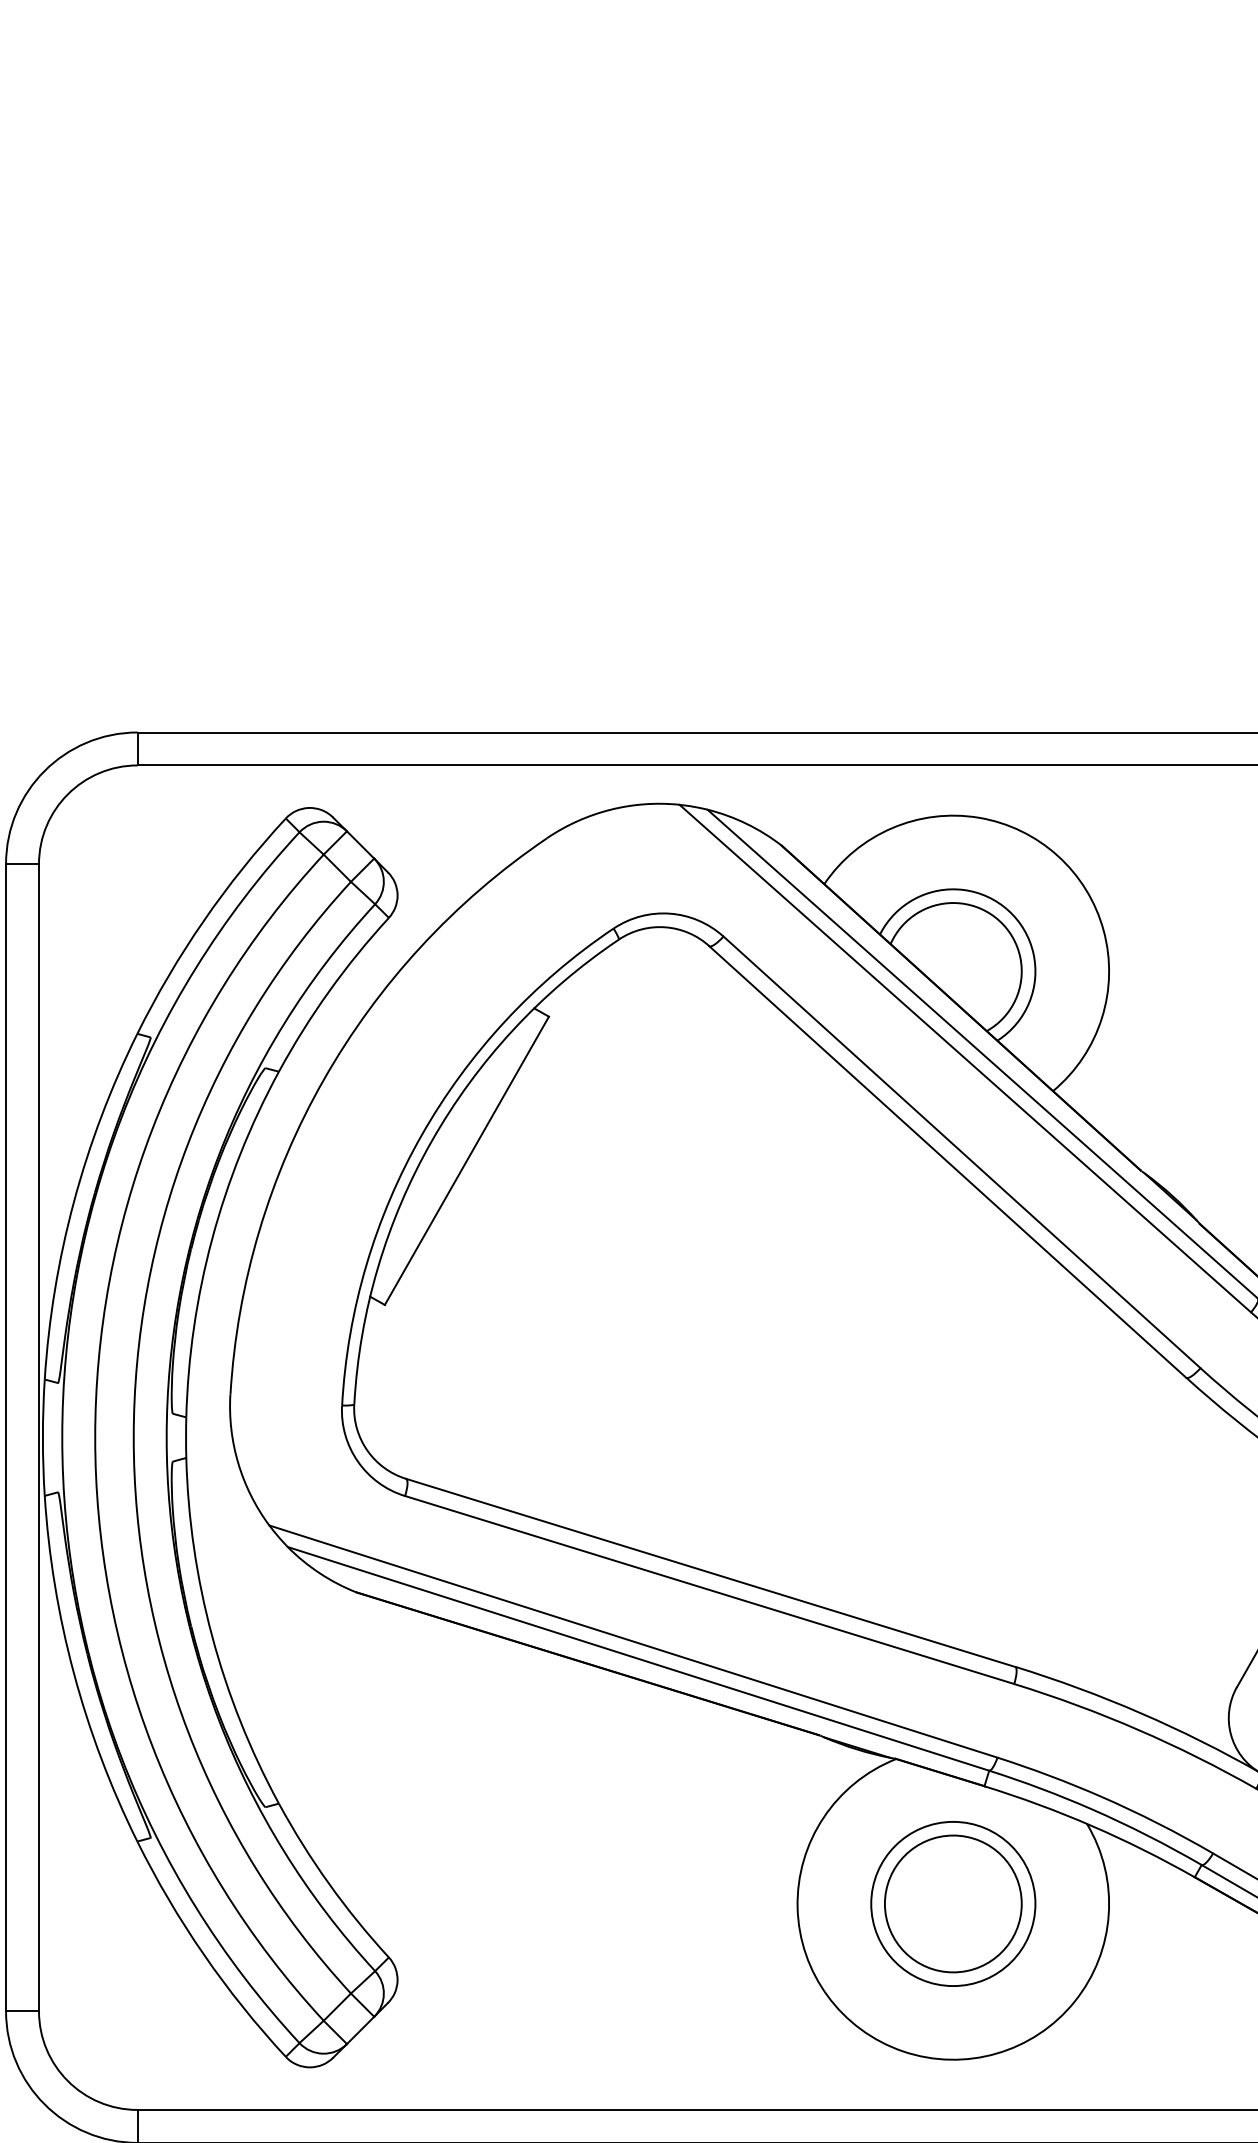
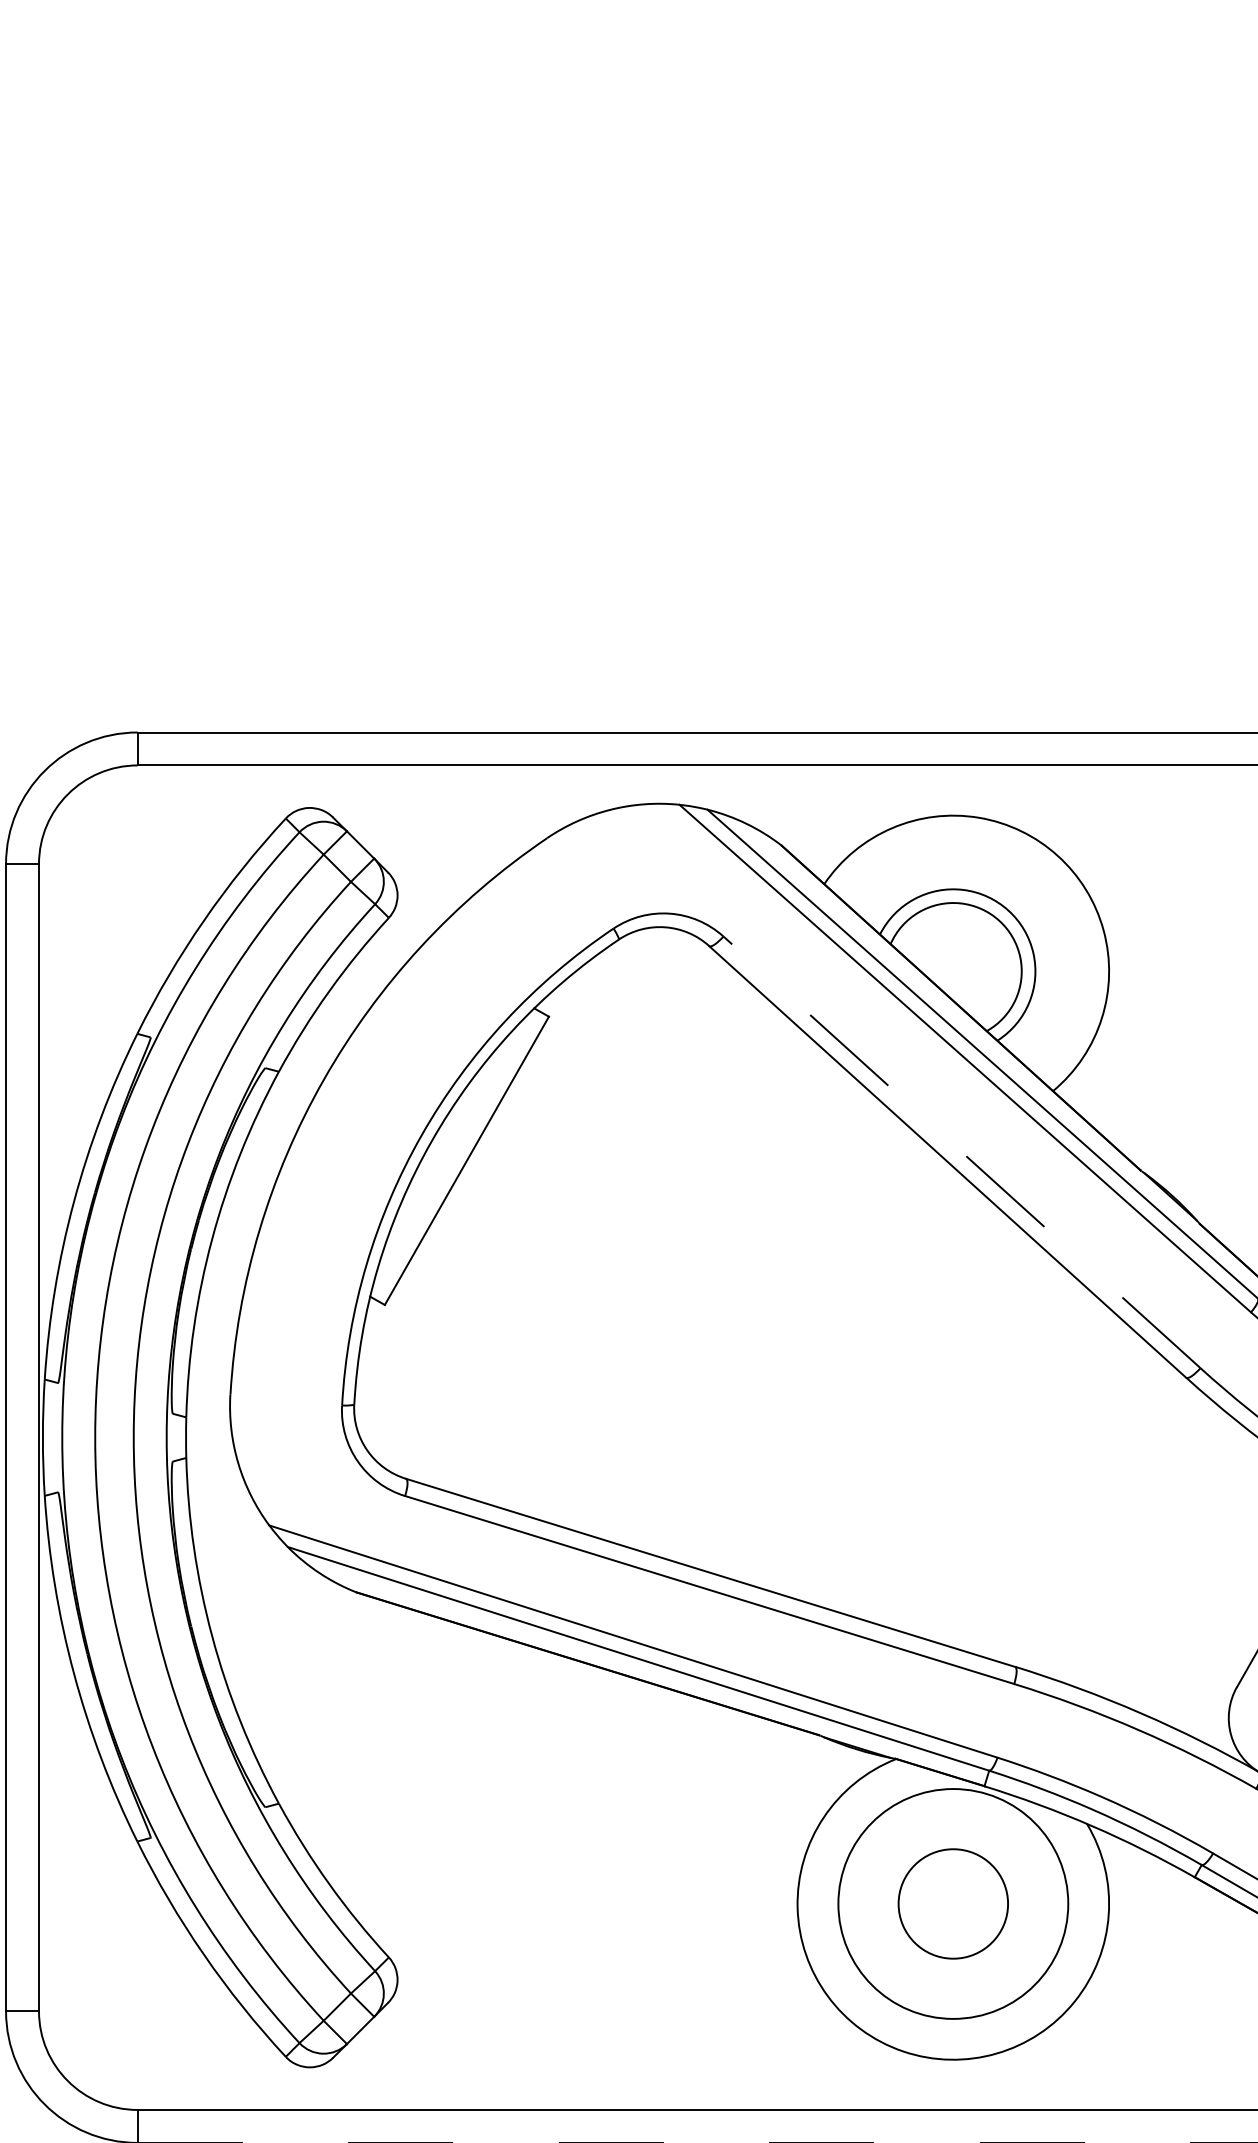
line at (961, 1152): solid -> dashed
circle at (952, 1903) diameter: 137 px -> 109 px
circle at (953, 1903) diameter: 164 px -> 230 px
line at (697, 2142): solid -> dashed
